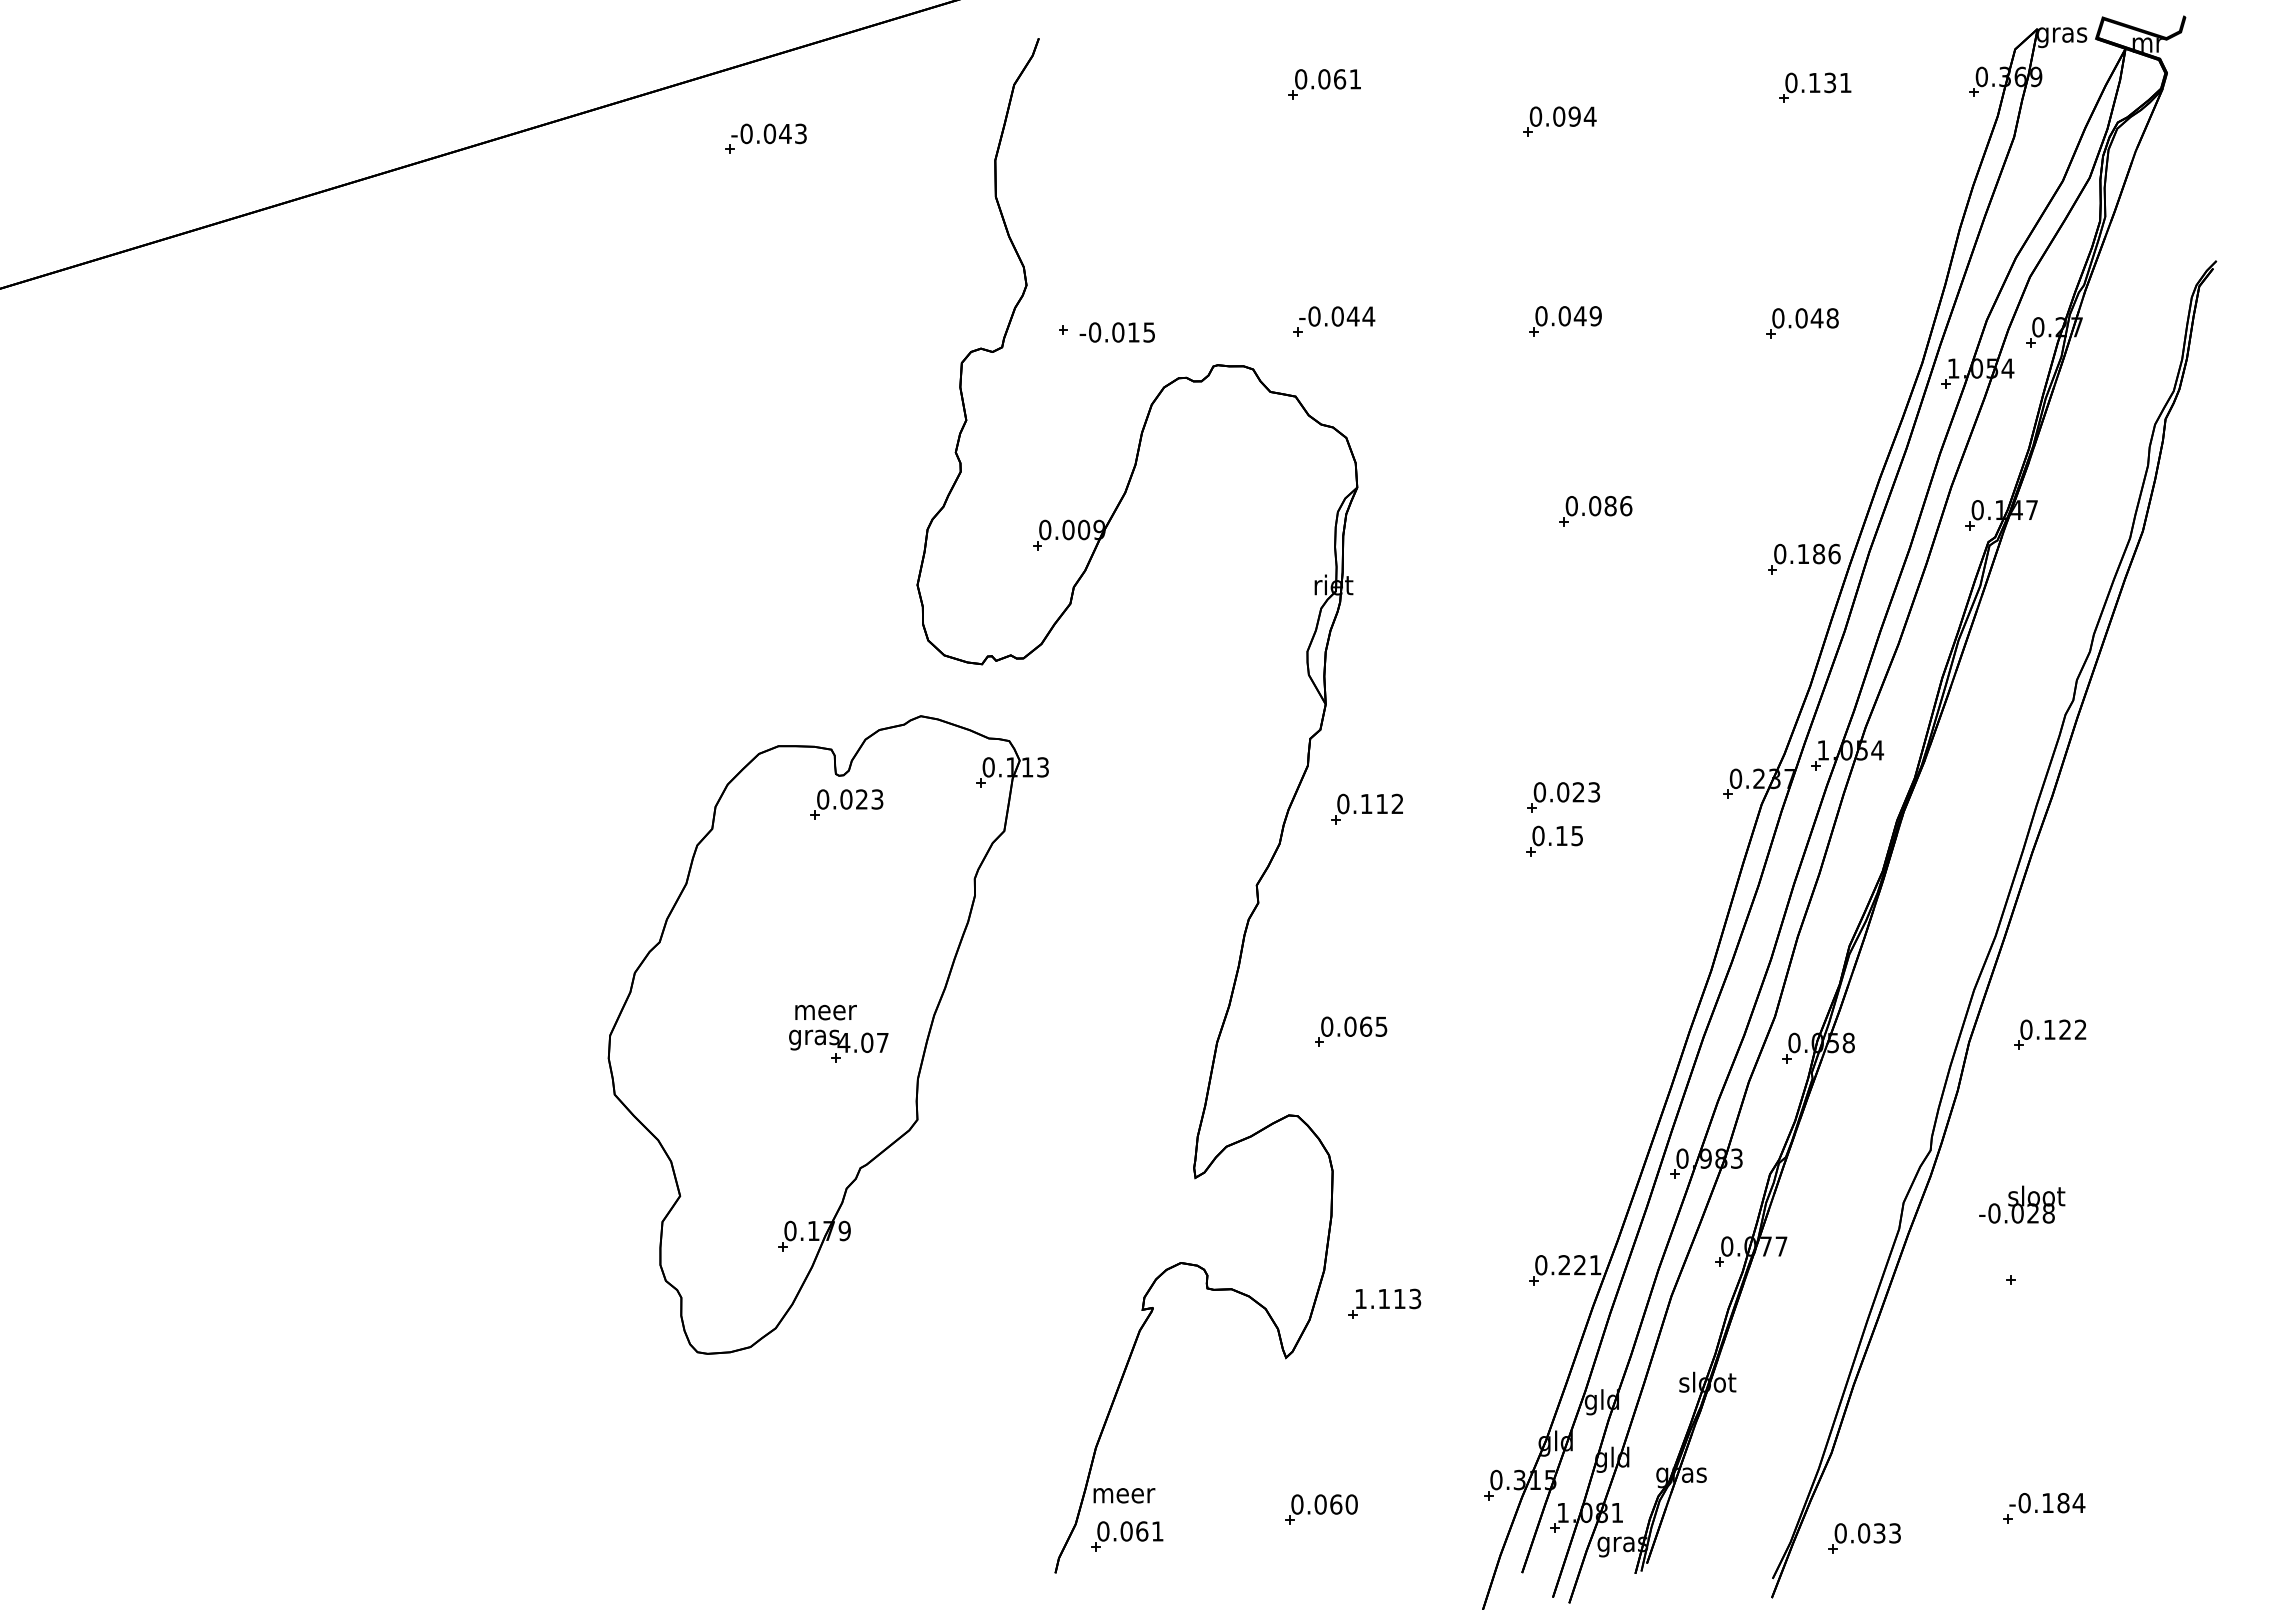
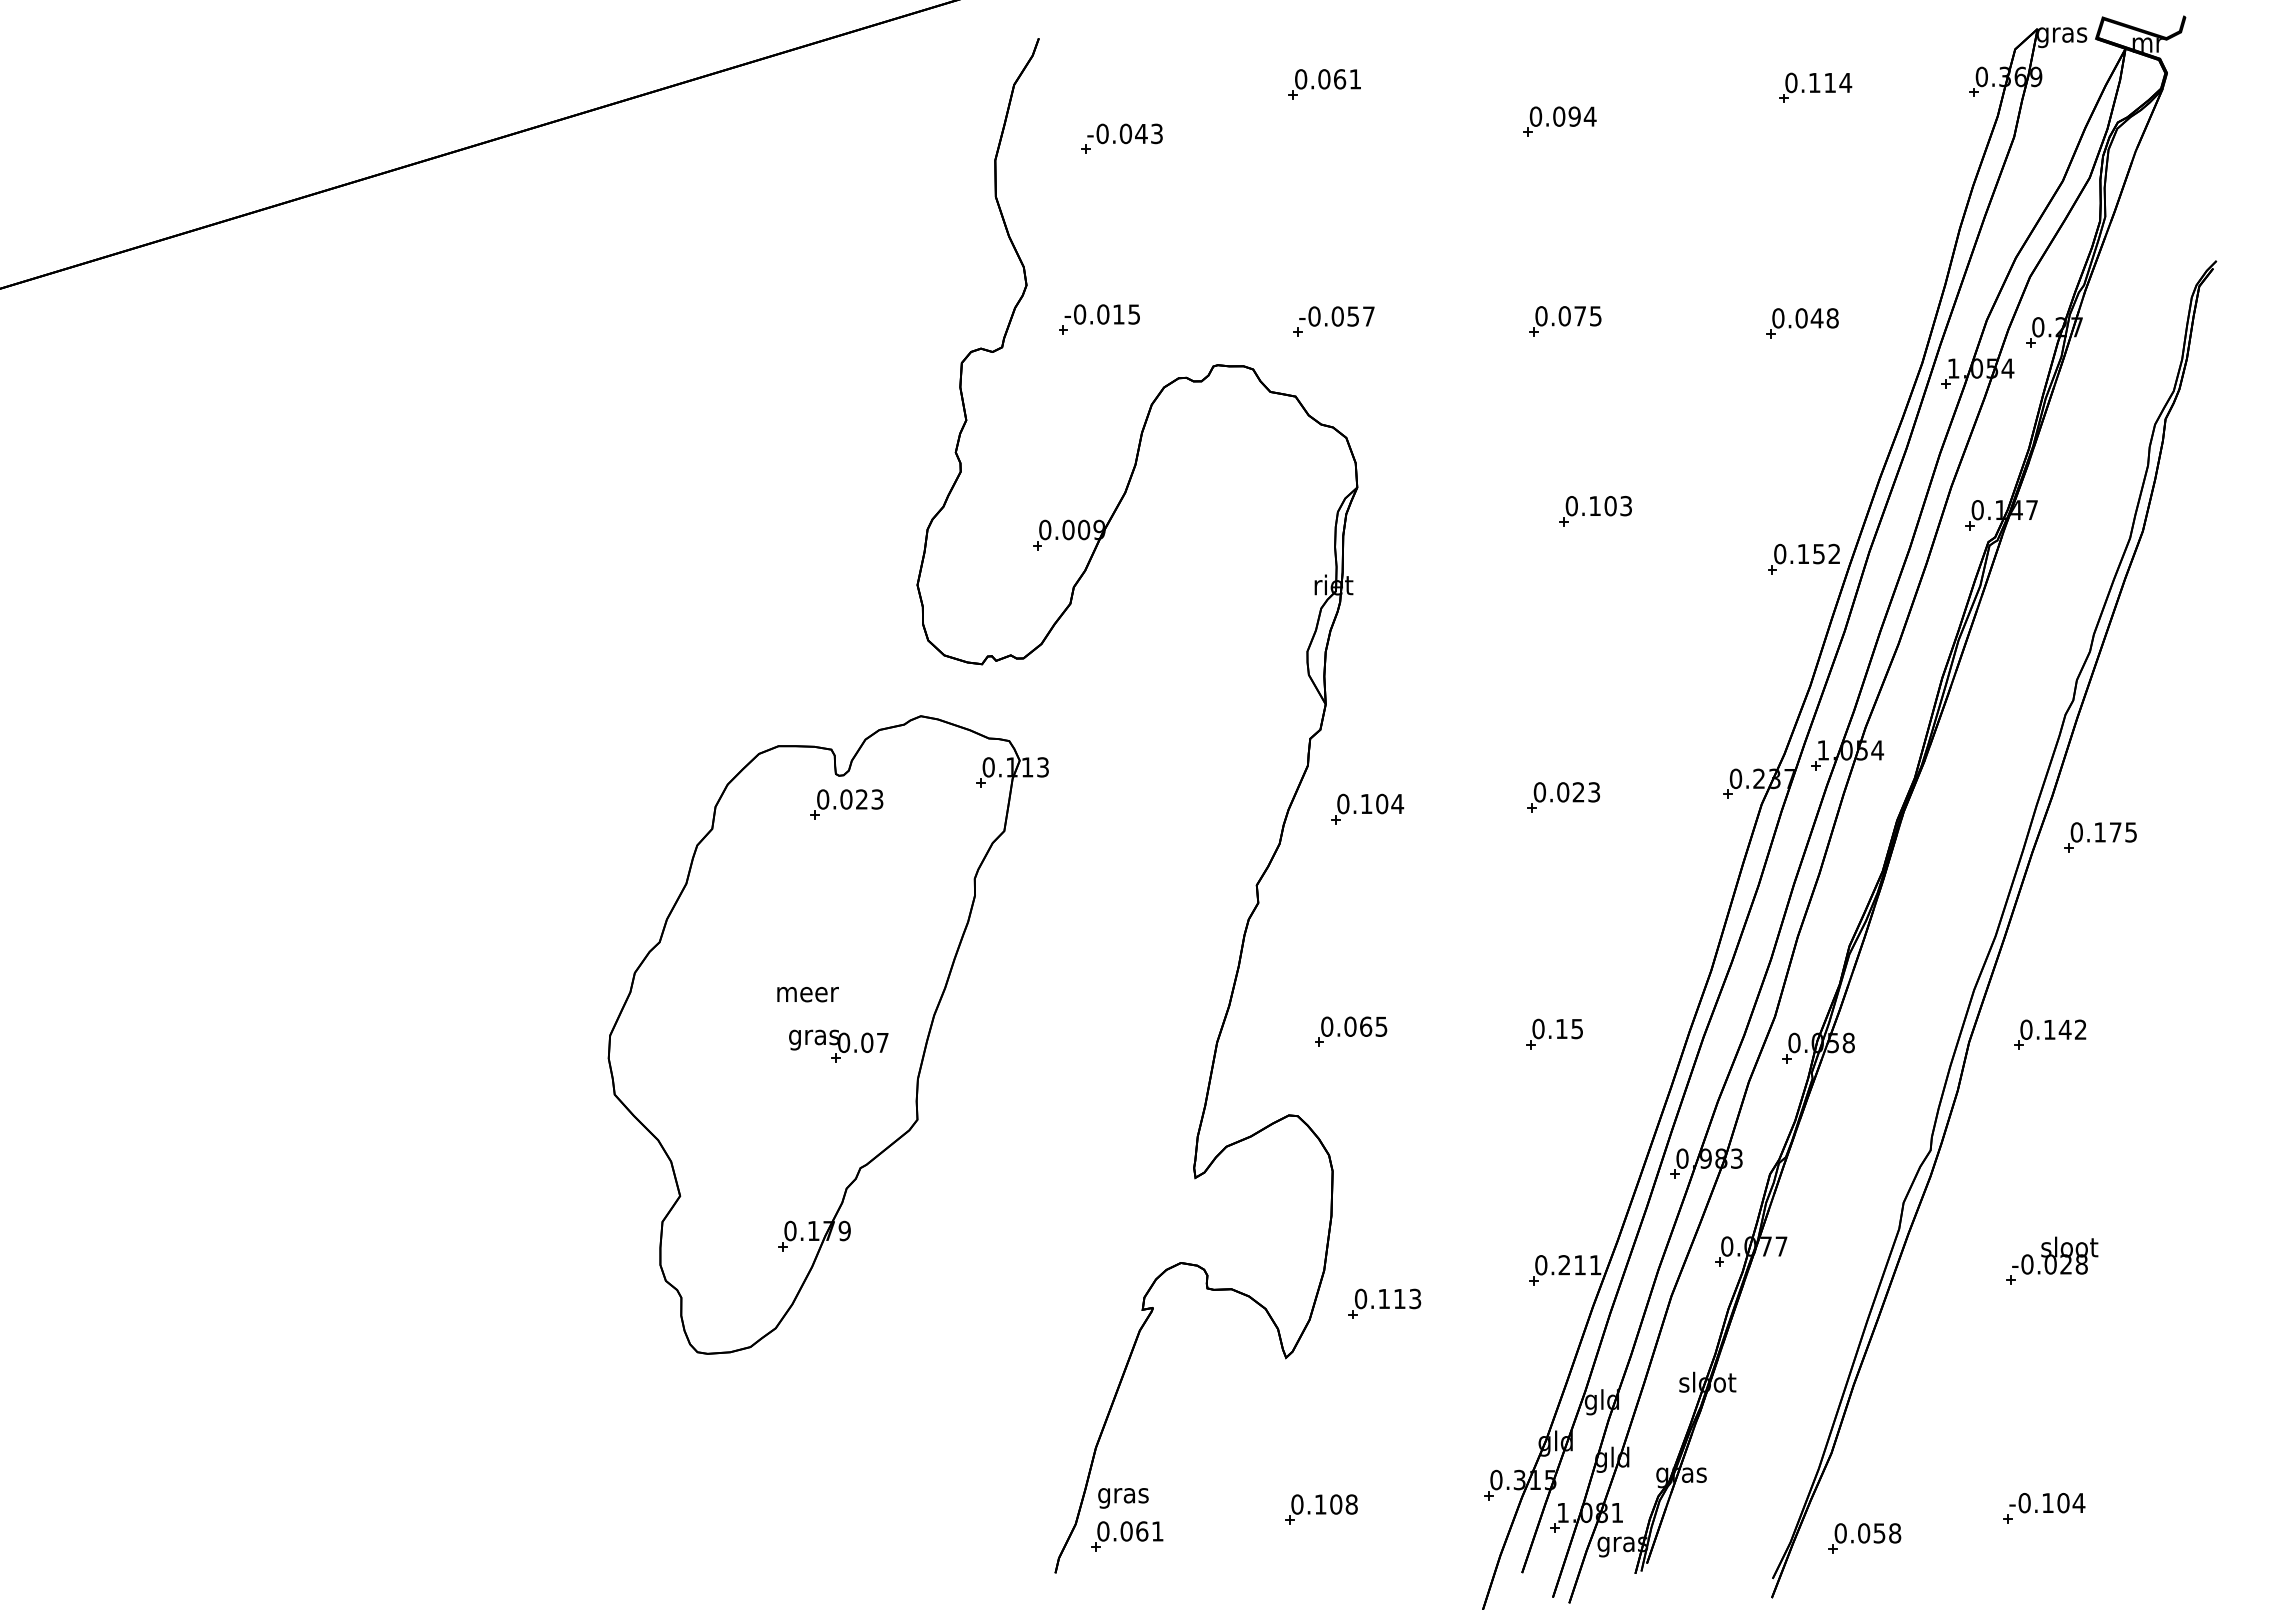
text at (1838, 82): 0.131 -> 0.114
part at (765, 138) position: (765, 138) -> (1121, 138)
text at (1360, 316): -0.044 -> -0.057
text at (1587, 316): 0.049 -> 0.075
text at (1116, 332) position: (1116, 332) -> (1101, 314)
text at (1610, 506): 0.086 -> 0.103
text at (1826, 553): 0.186 -> 0.152
text at (1390, 803): 0.112 -> 0.104
part at (2100, 837): none -> present
part at (1554, 840) position: (1554, 840) -> (1554, 1033)
text at (825, 1012) position: (825, 1012) -> (807, 994)
text at (2064, 1029): 0.122 -> 0.142
text at (843, 1042): 4.07 -> 0.07
text at (2022, 1204) position: (2022, 1204) -> (2055, 1255)
text at (1579, 1265): 0.221 -> 0.211
text at (1360, 1298): 1.113 -> 0.113
text at (1124, 1498): meer -> gras
text at (2063, 1502): -0.184 -> -0.104
text at (1335, 1504): 0.060 -> 0.108
text at (1887, 1533): 0.033 -> 0.058
